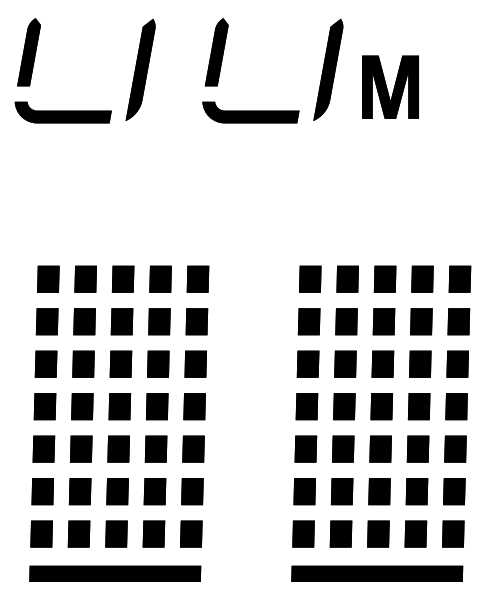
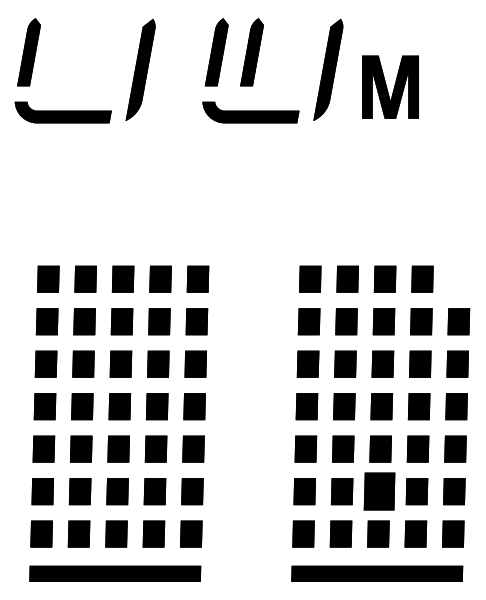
part at (251, 52): none -> present
part at (459, 278): present -> none
part at (379, 491) size: 23x28 px -> 33x39 px
